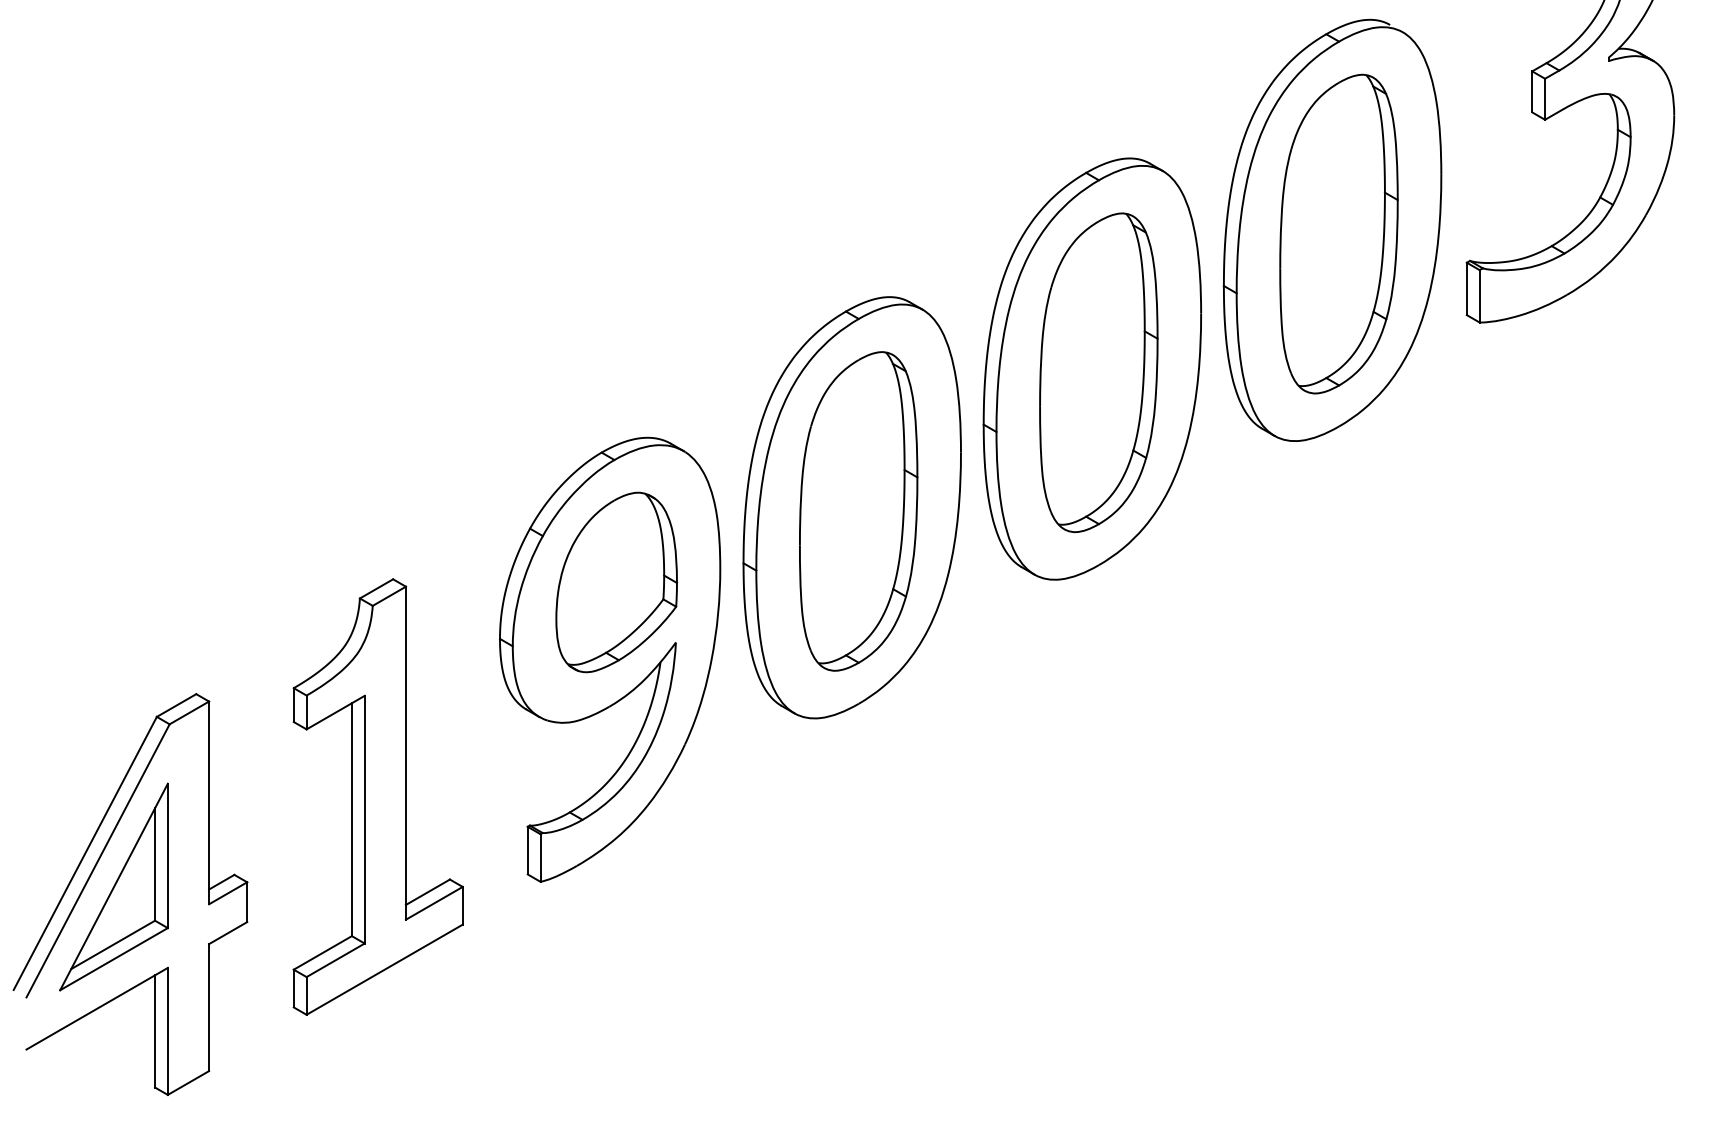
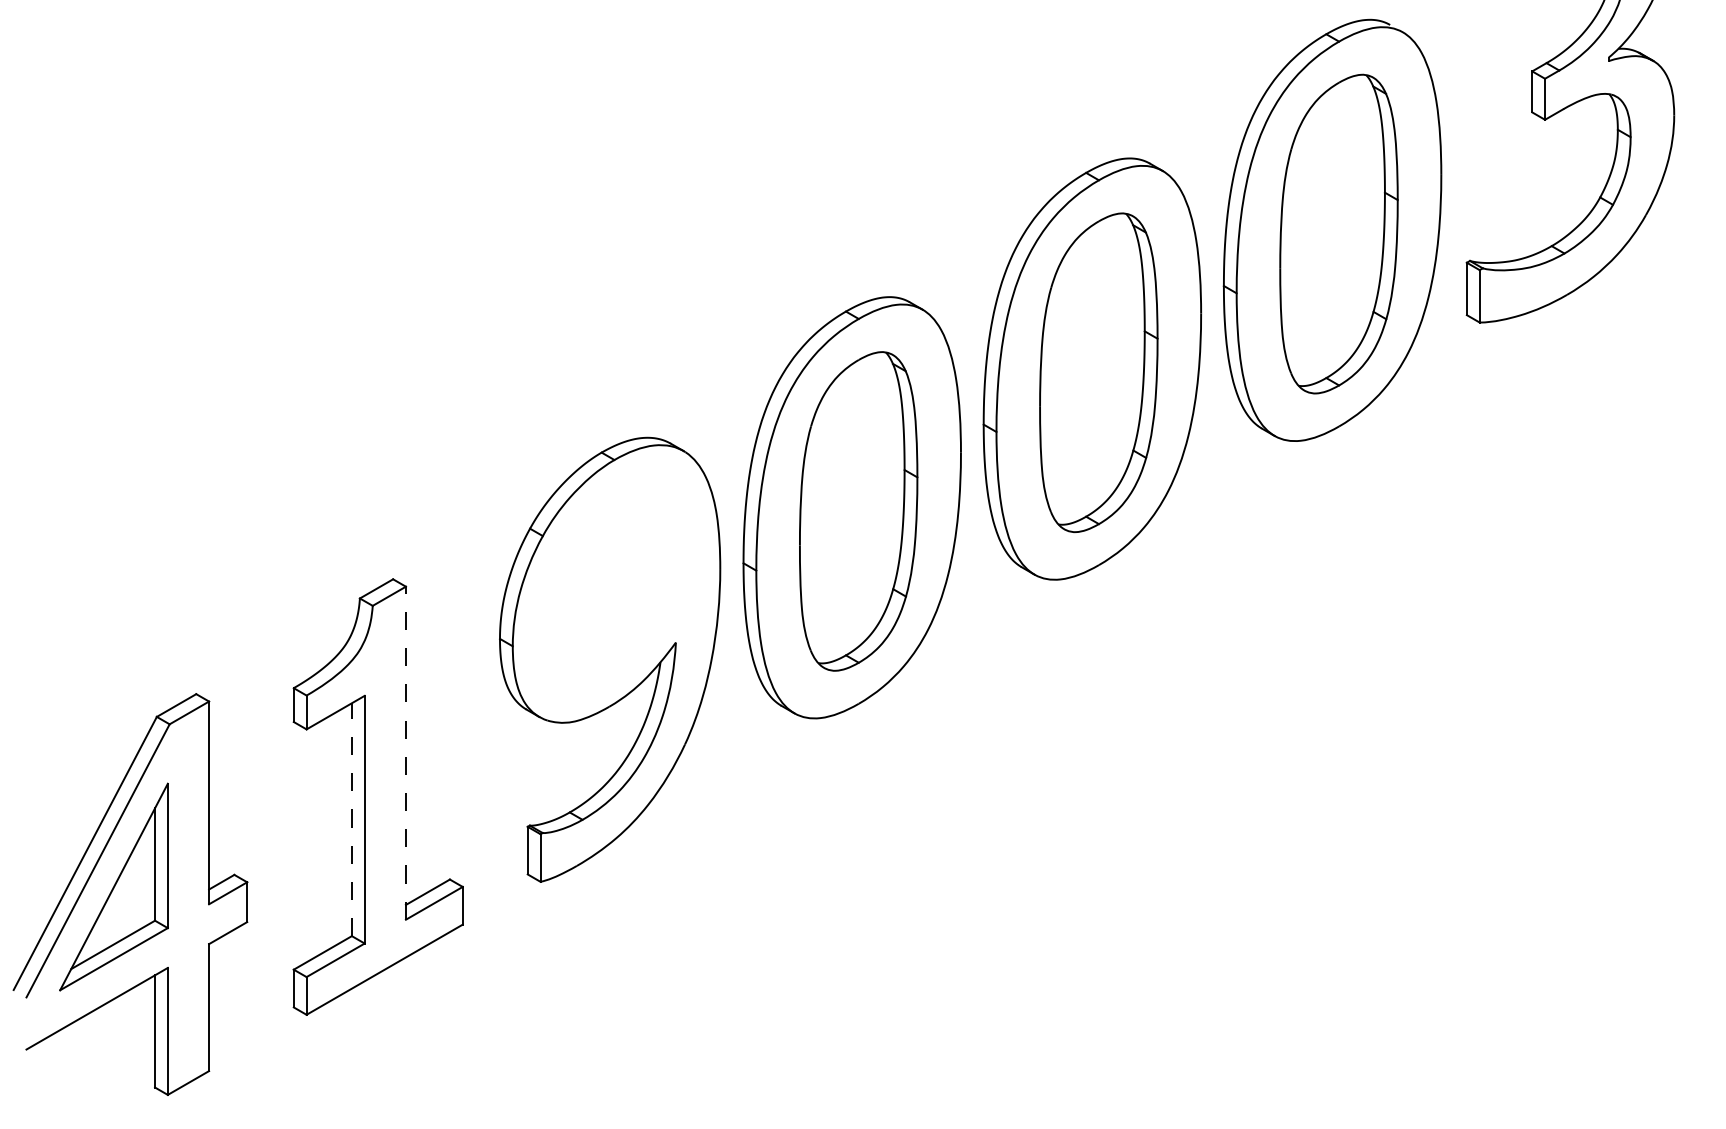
part at (616, 582): present -> none
line at (405, 753): solid -> dashed
line at (351, 819): solid -> dashed
